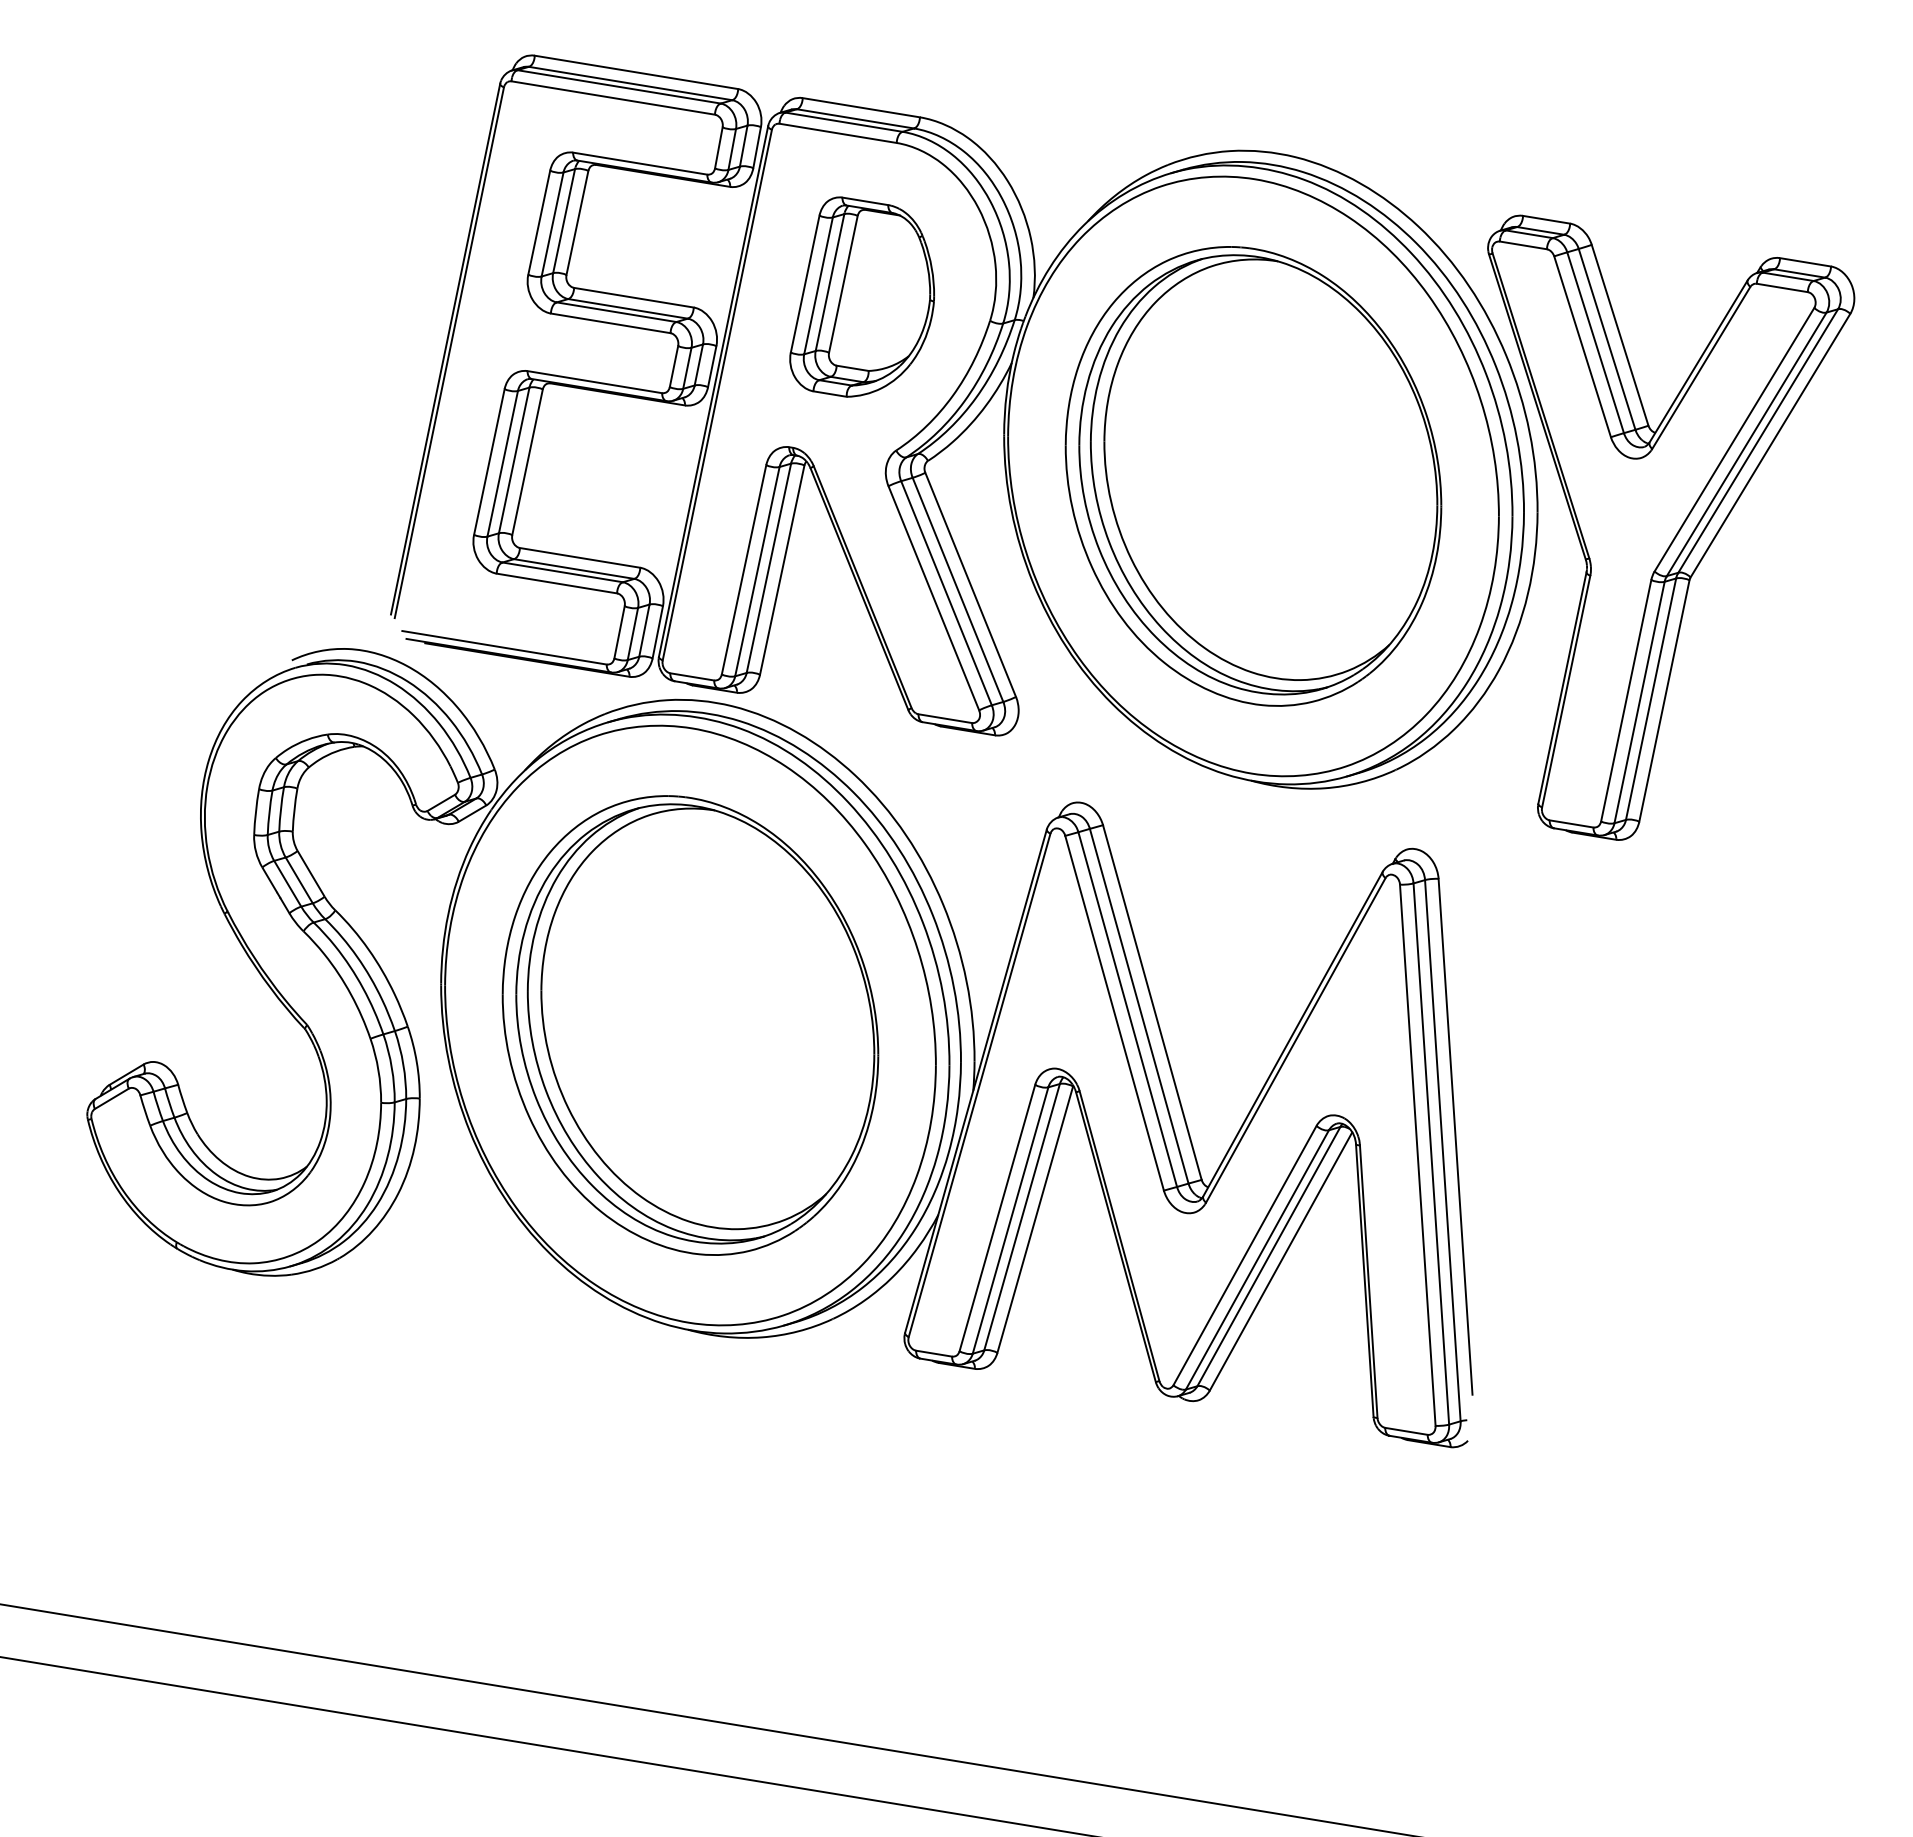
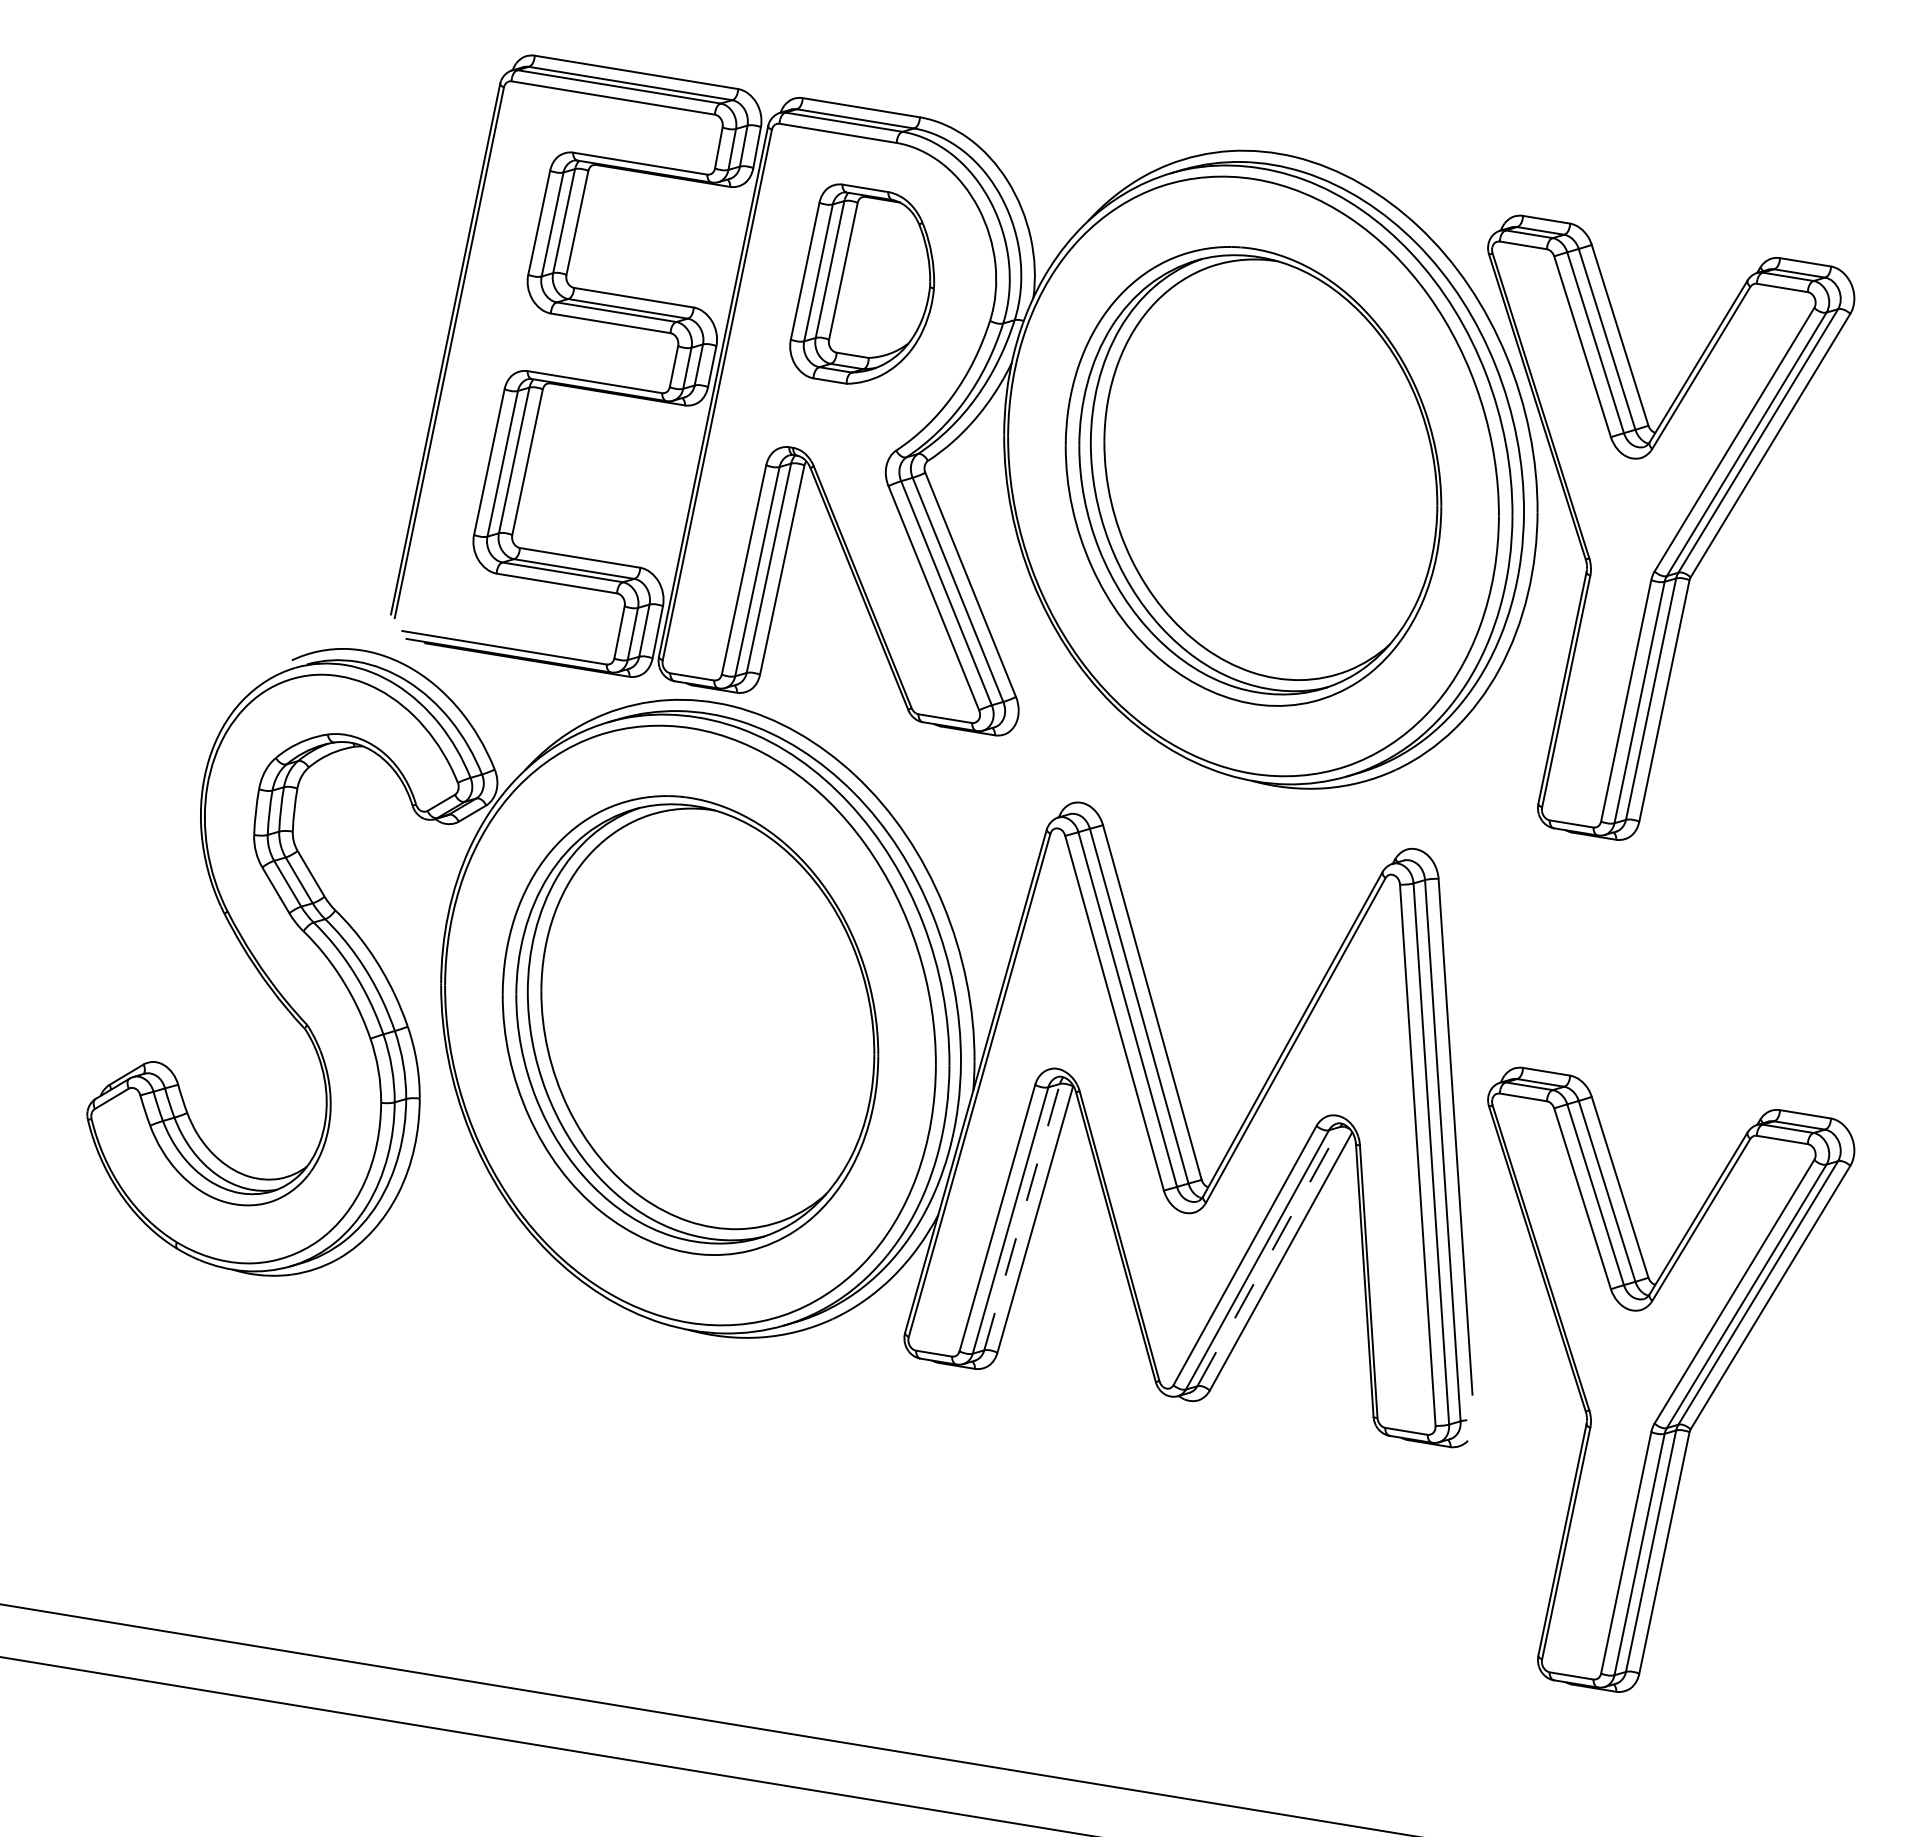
part at (861, 296) position: (861, 296) -> (861, 283)
line at (1022, 1216): solid -> dashed
line at (1269, 1256): solid -> dashed
part at (1671, 1379): none -> present
